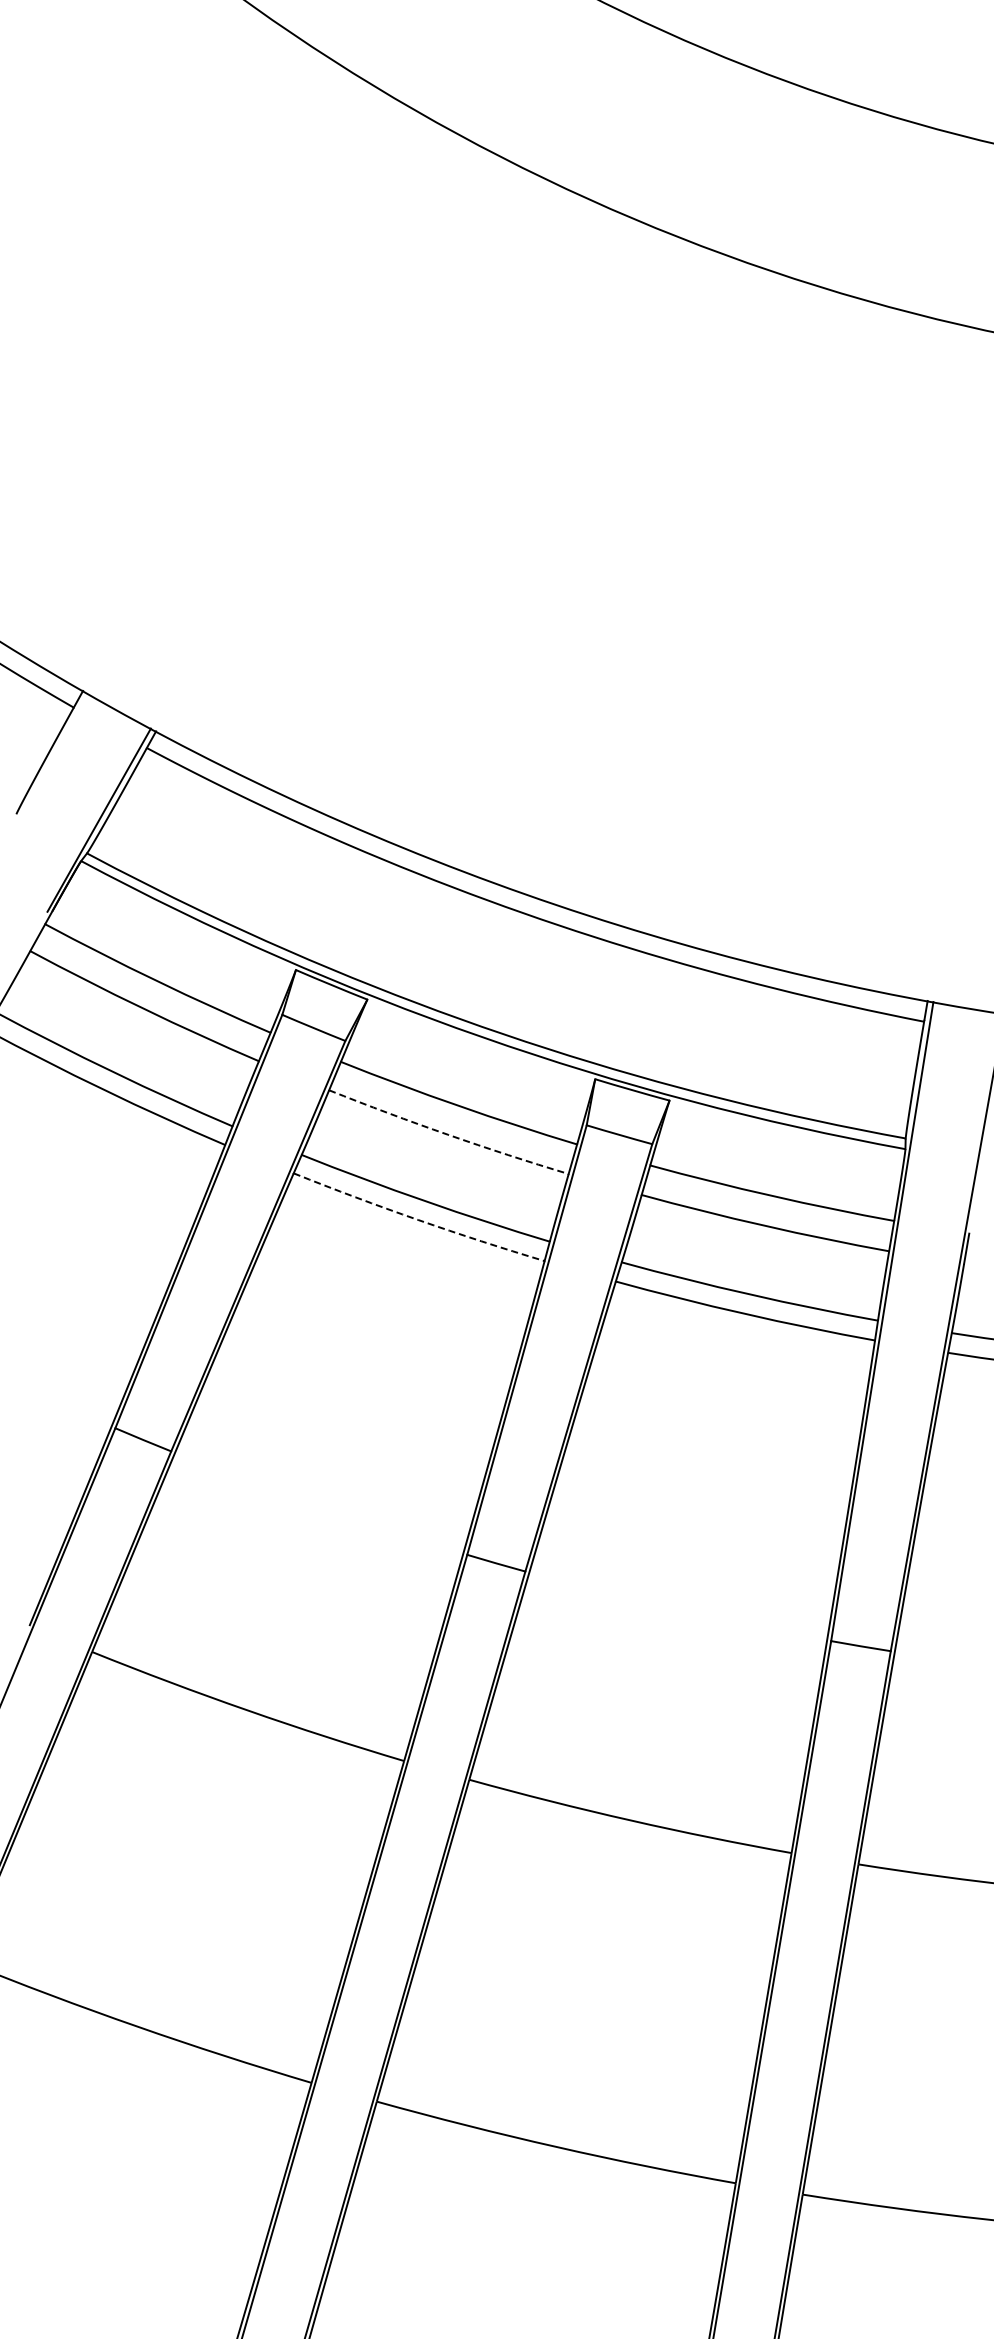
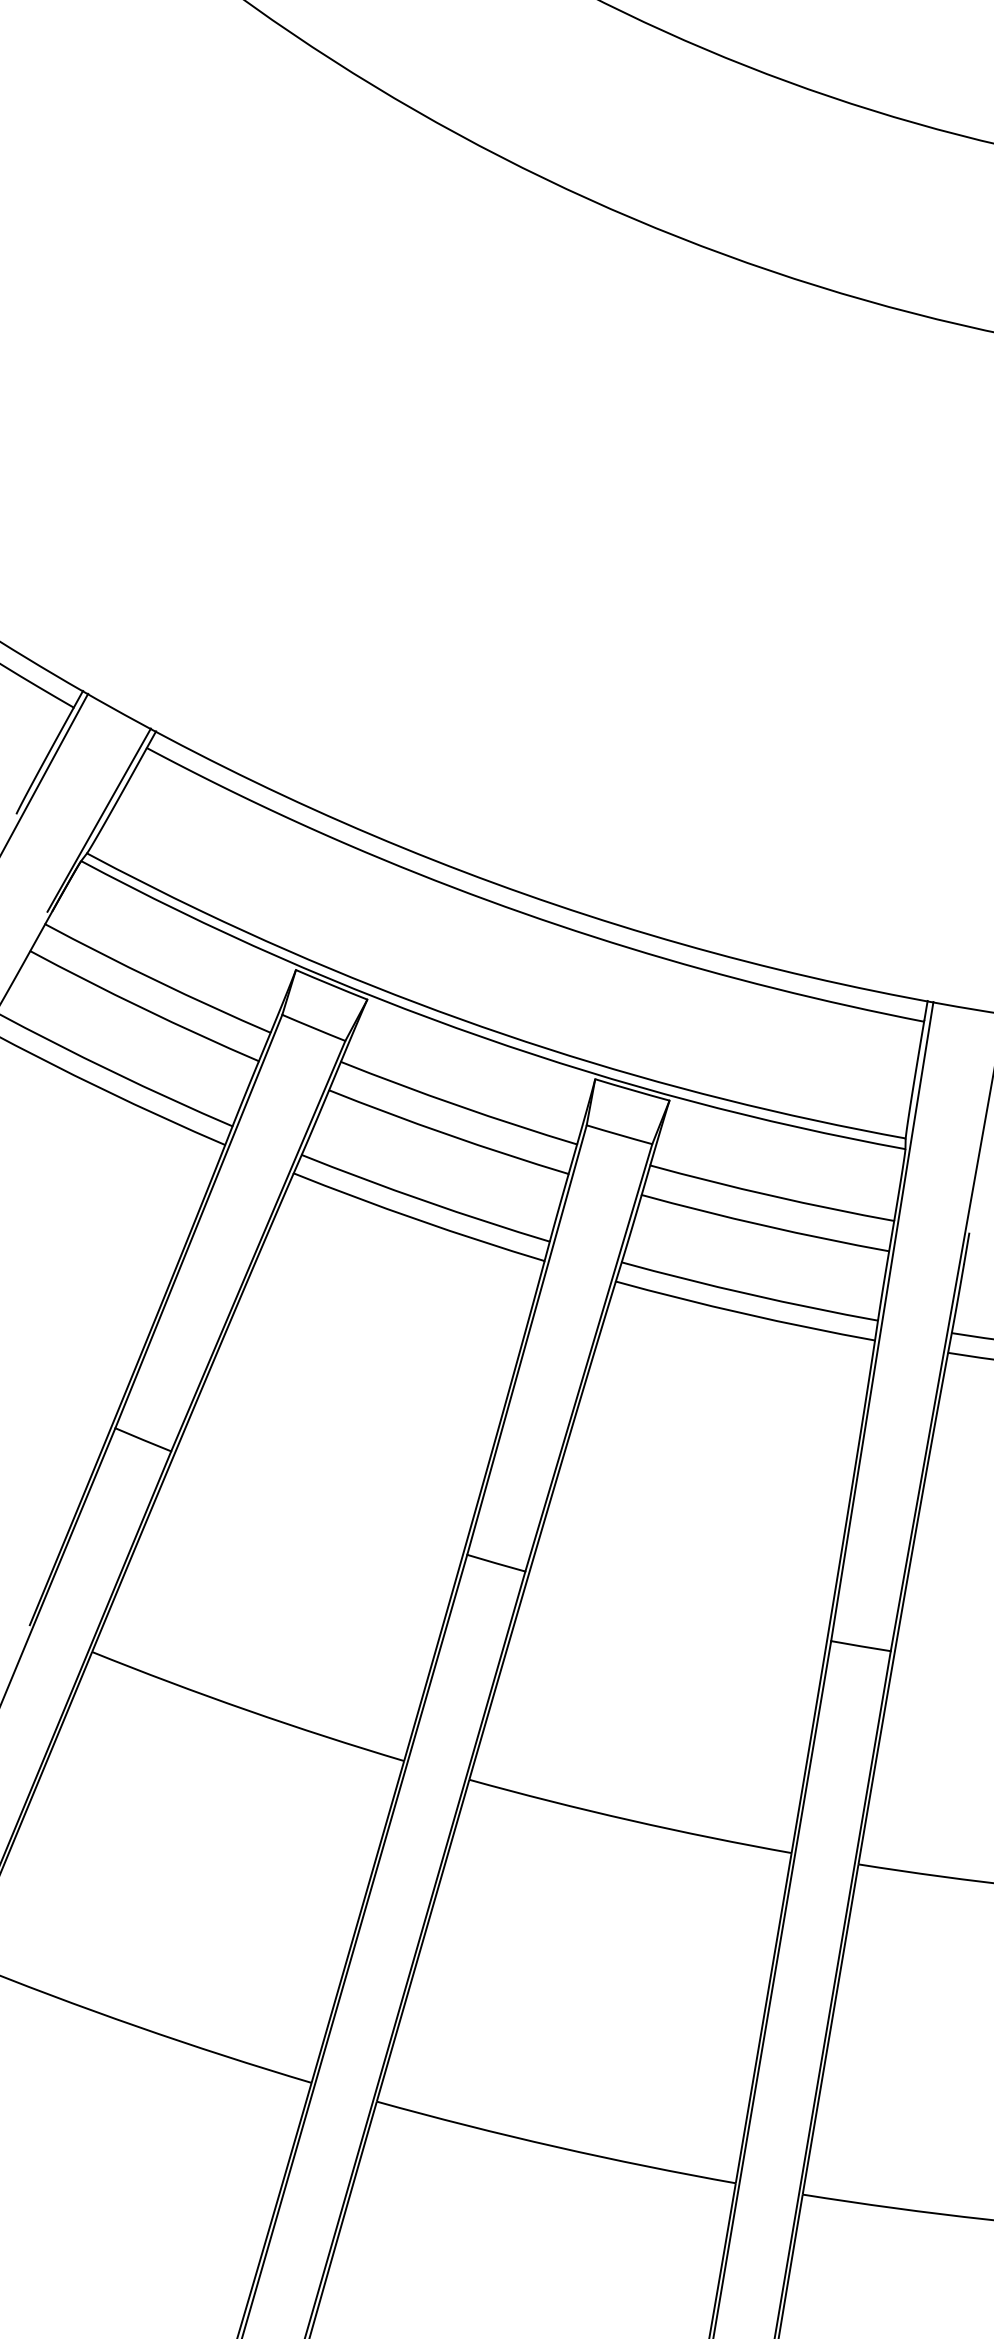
line at (45, 772): none -> present
arc at (448, 1134): dashed -> solid
arc at (418, 1219): dashed -> solid
